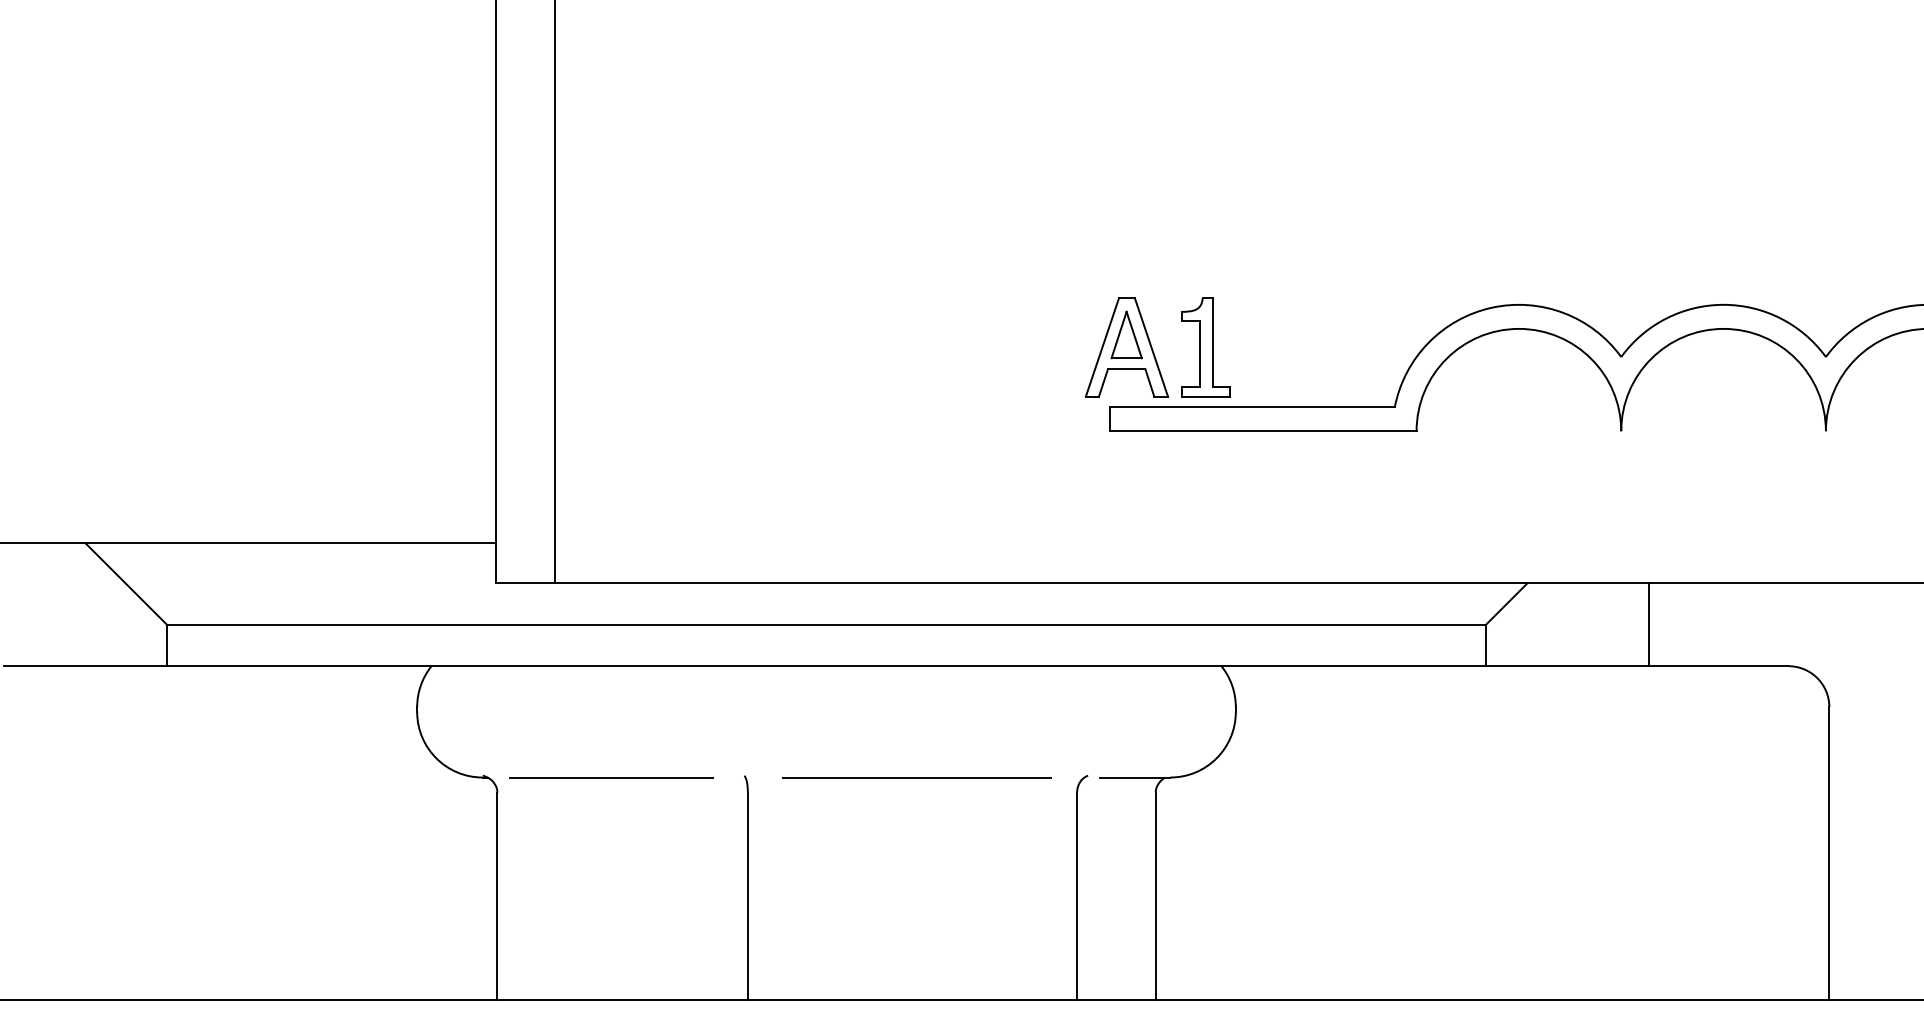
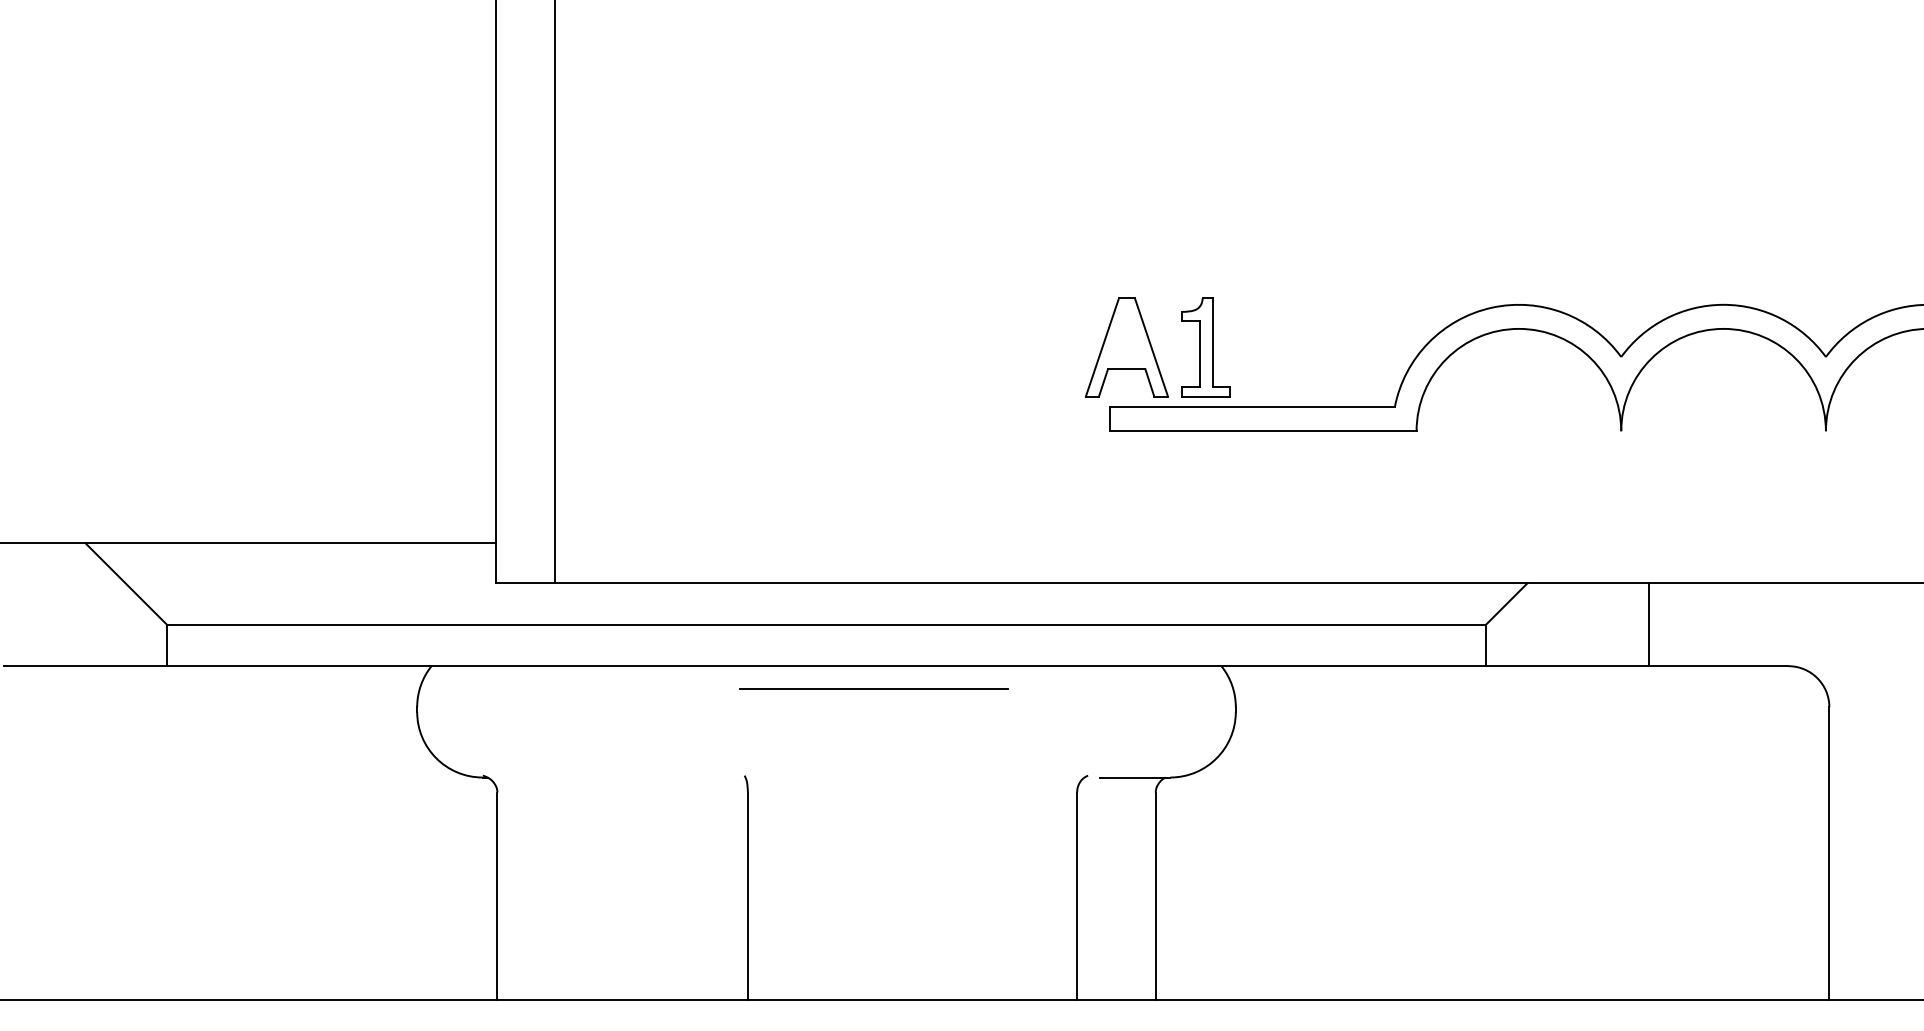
part at (1126, 334): present -> none
line at (611, 777): present -> none
line at (916, 777) position: (916, 777) -> (873, 688)
